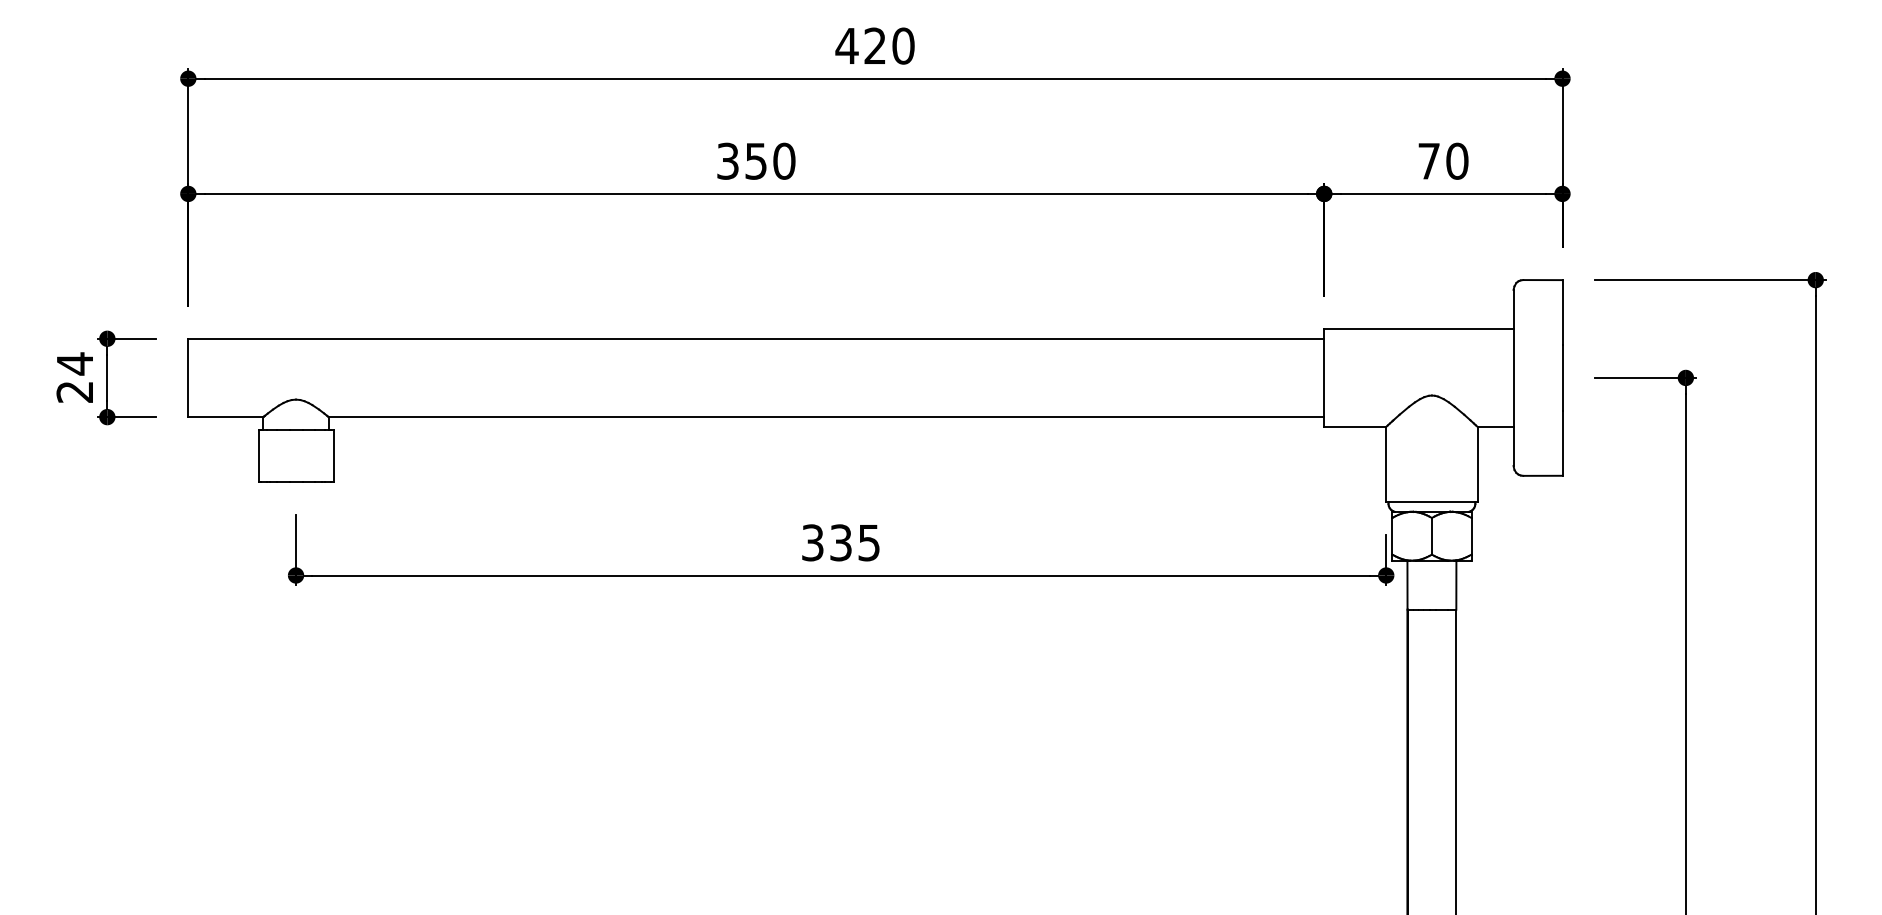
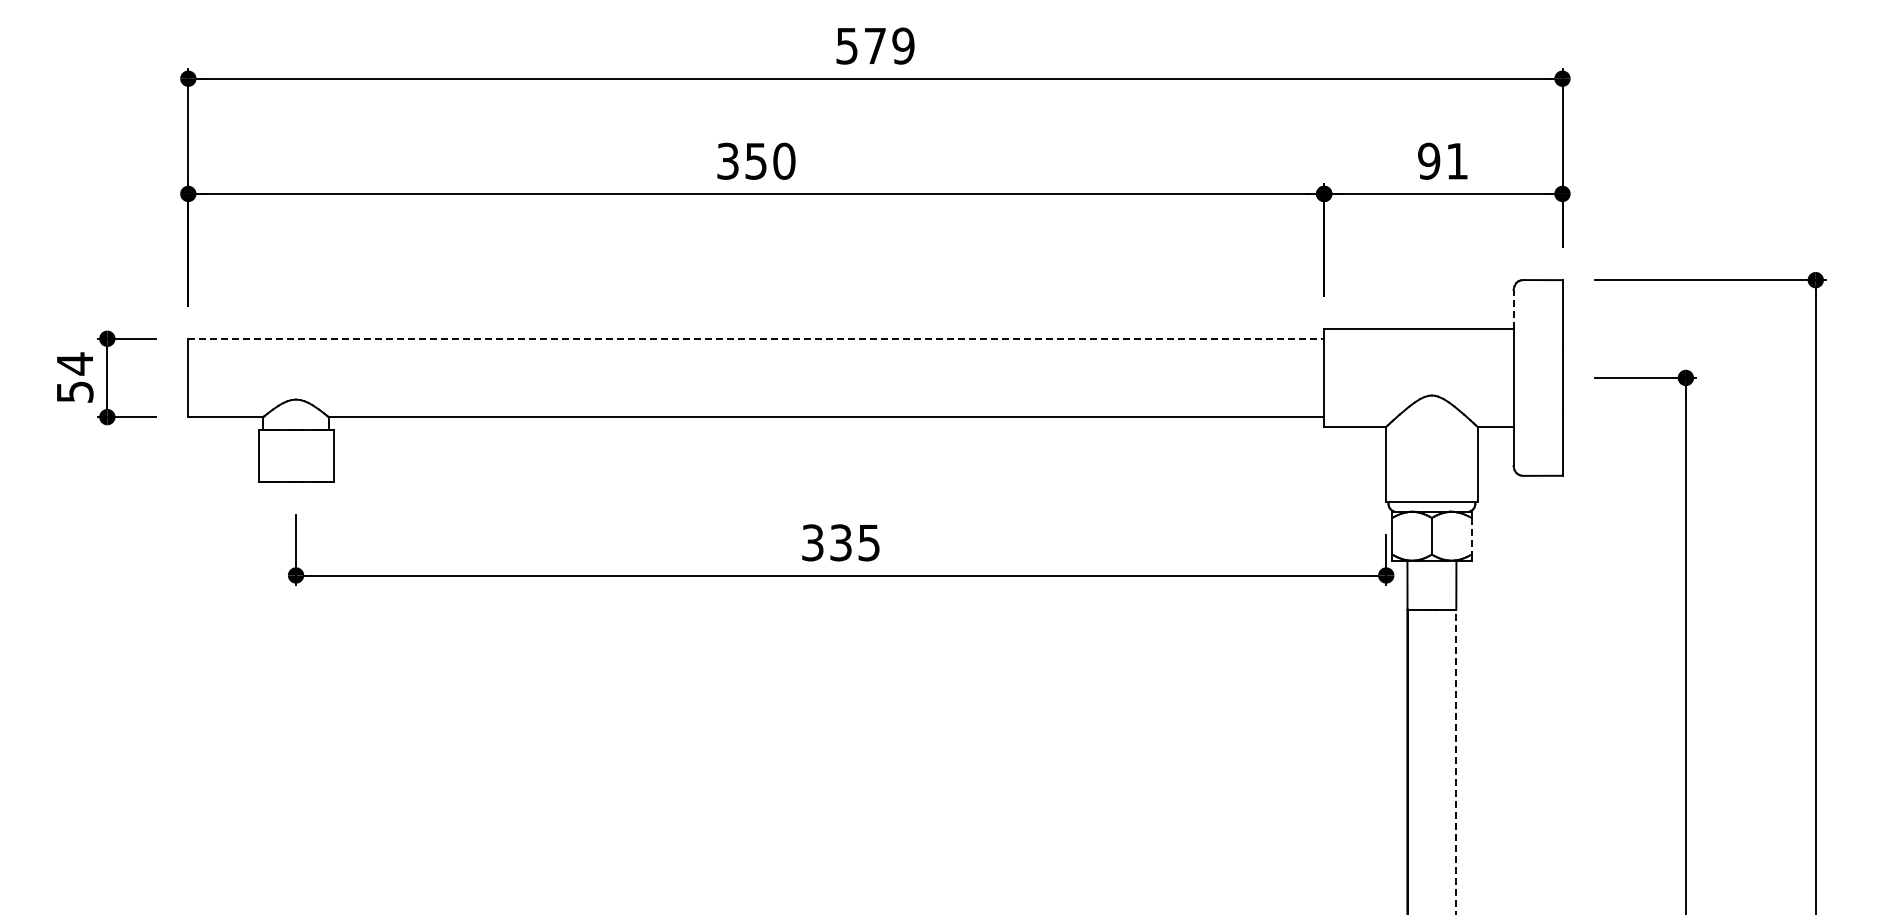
text at (874, 45): 420 -> 579
text at (1443, 160): 70 -> 91
line at (1513, 309): solid -> dashed
line at (756, 338): solid -> dashed
text at (74, 391): 24 -> 54
line at (1471, 536): solid -> dashed
line at (1456, 761): solid -> dashed
